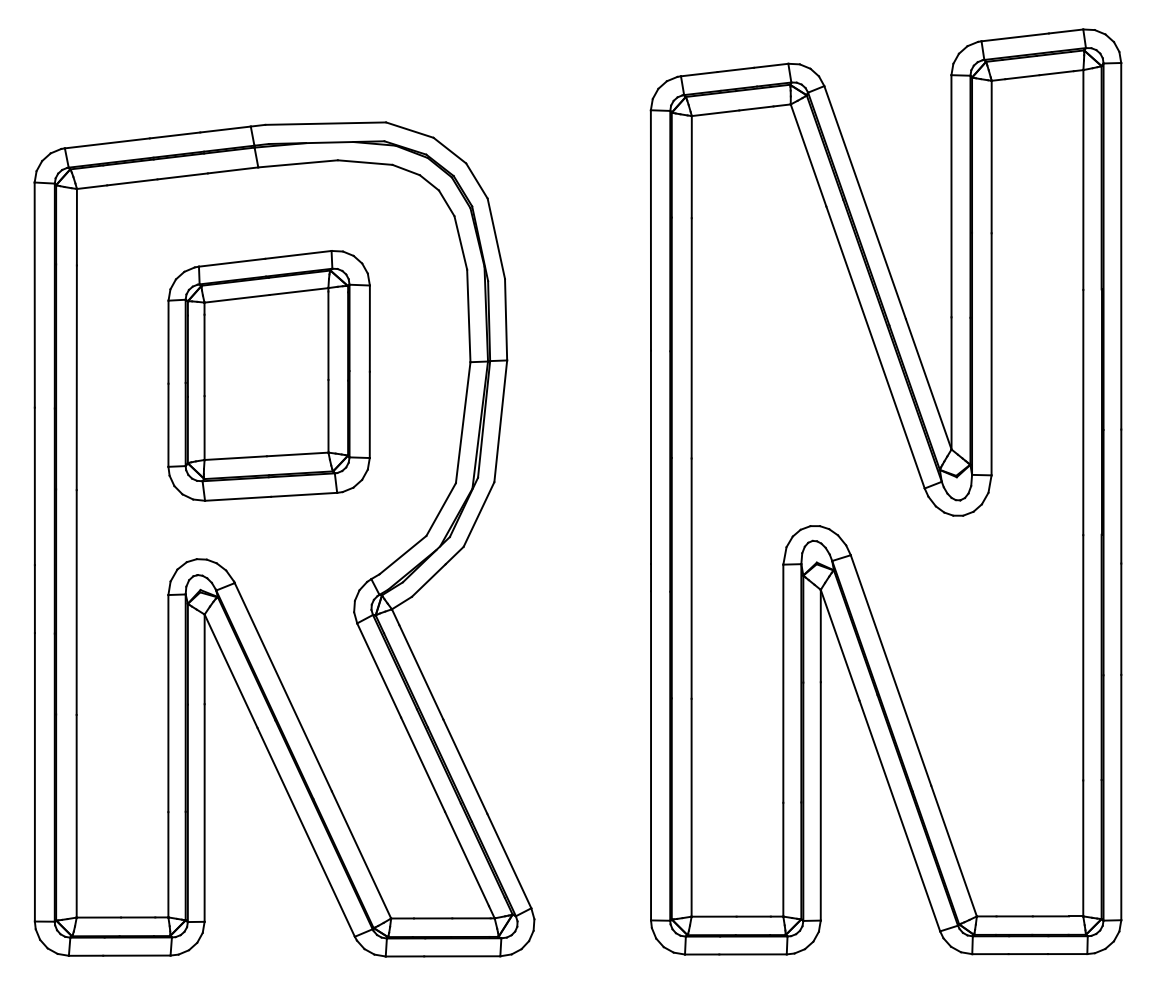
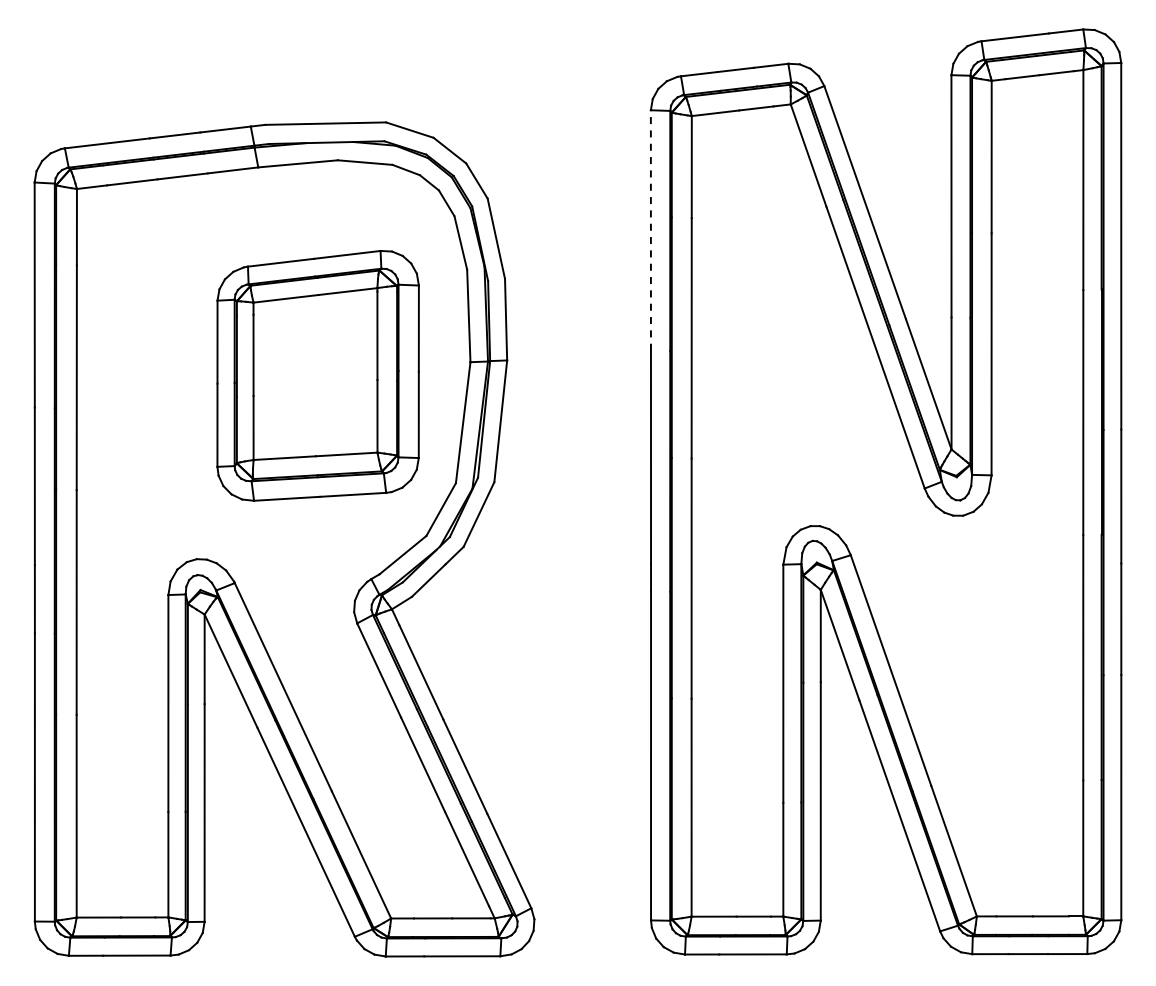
line at (650, 230): solid -> dashed
part at (268, 375) position: (268, 375) -> (317, 375)
